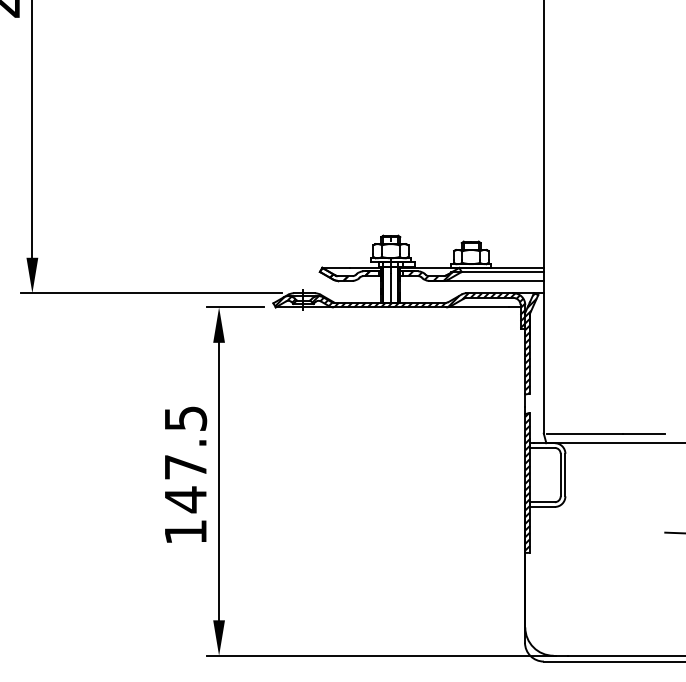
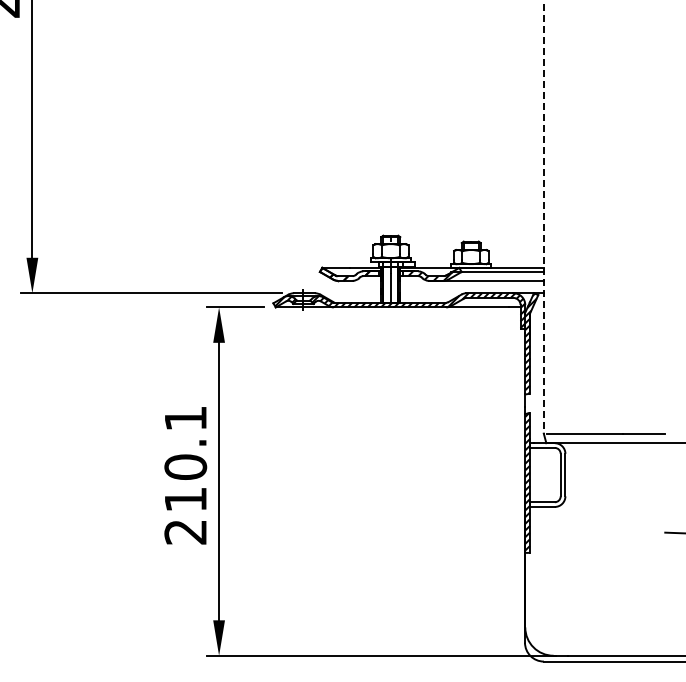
line at (543, 217): solid -> dashed
text at (185, 475): 147.5 -> 210.1
